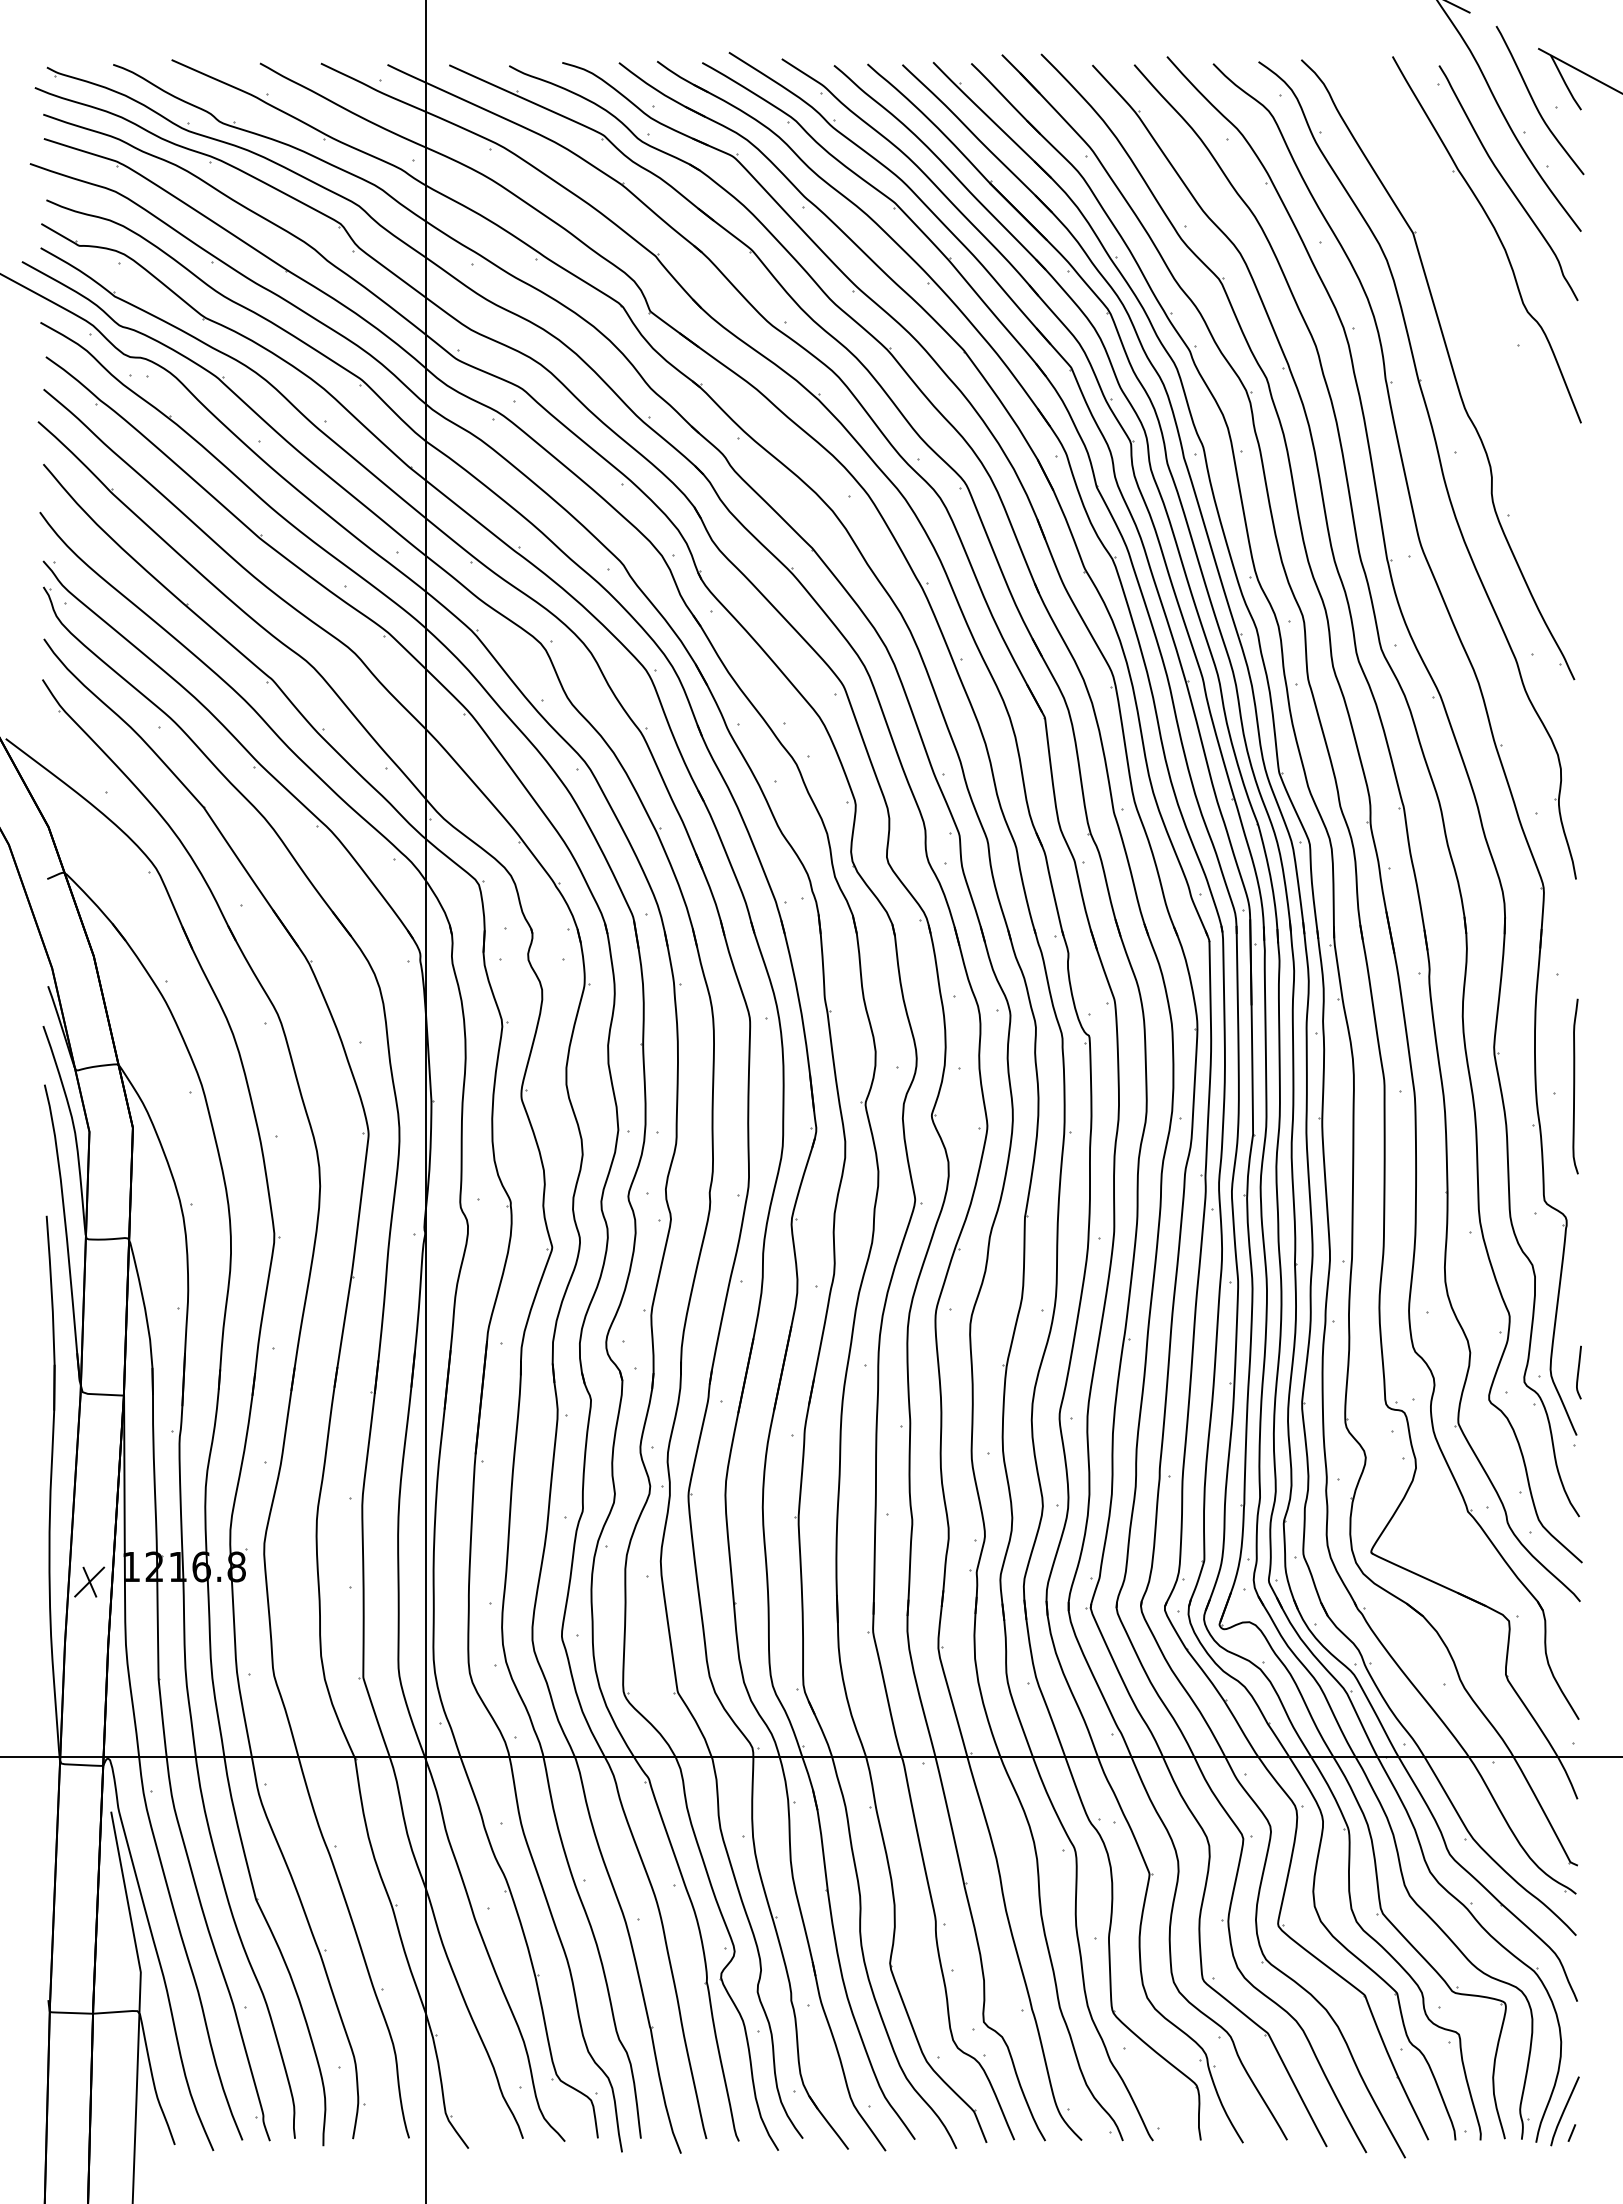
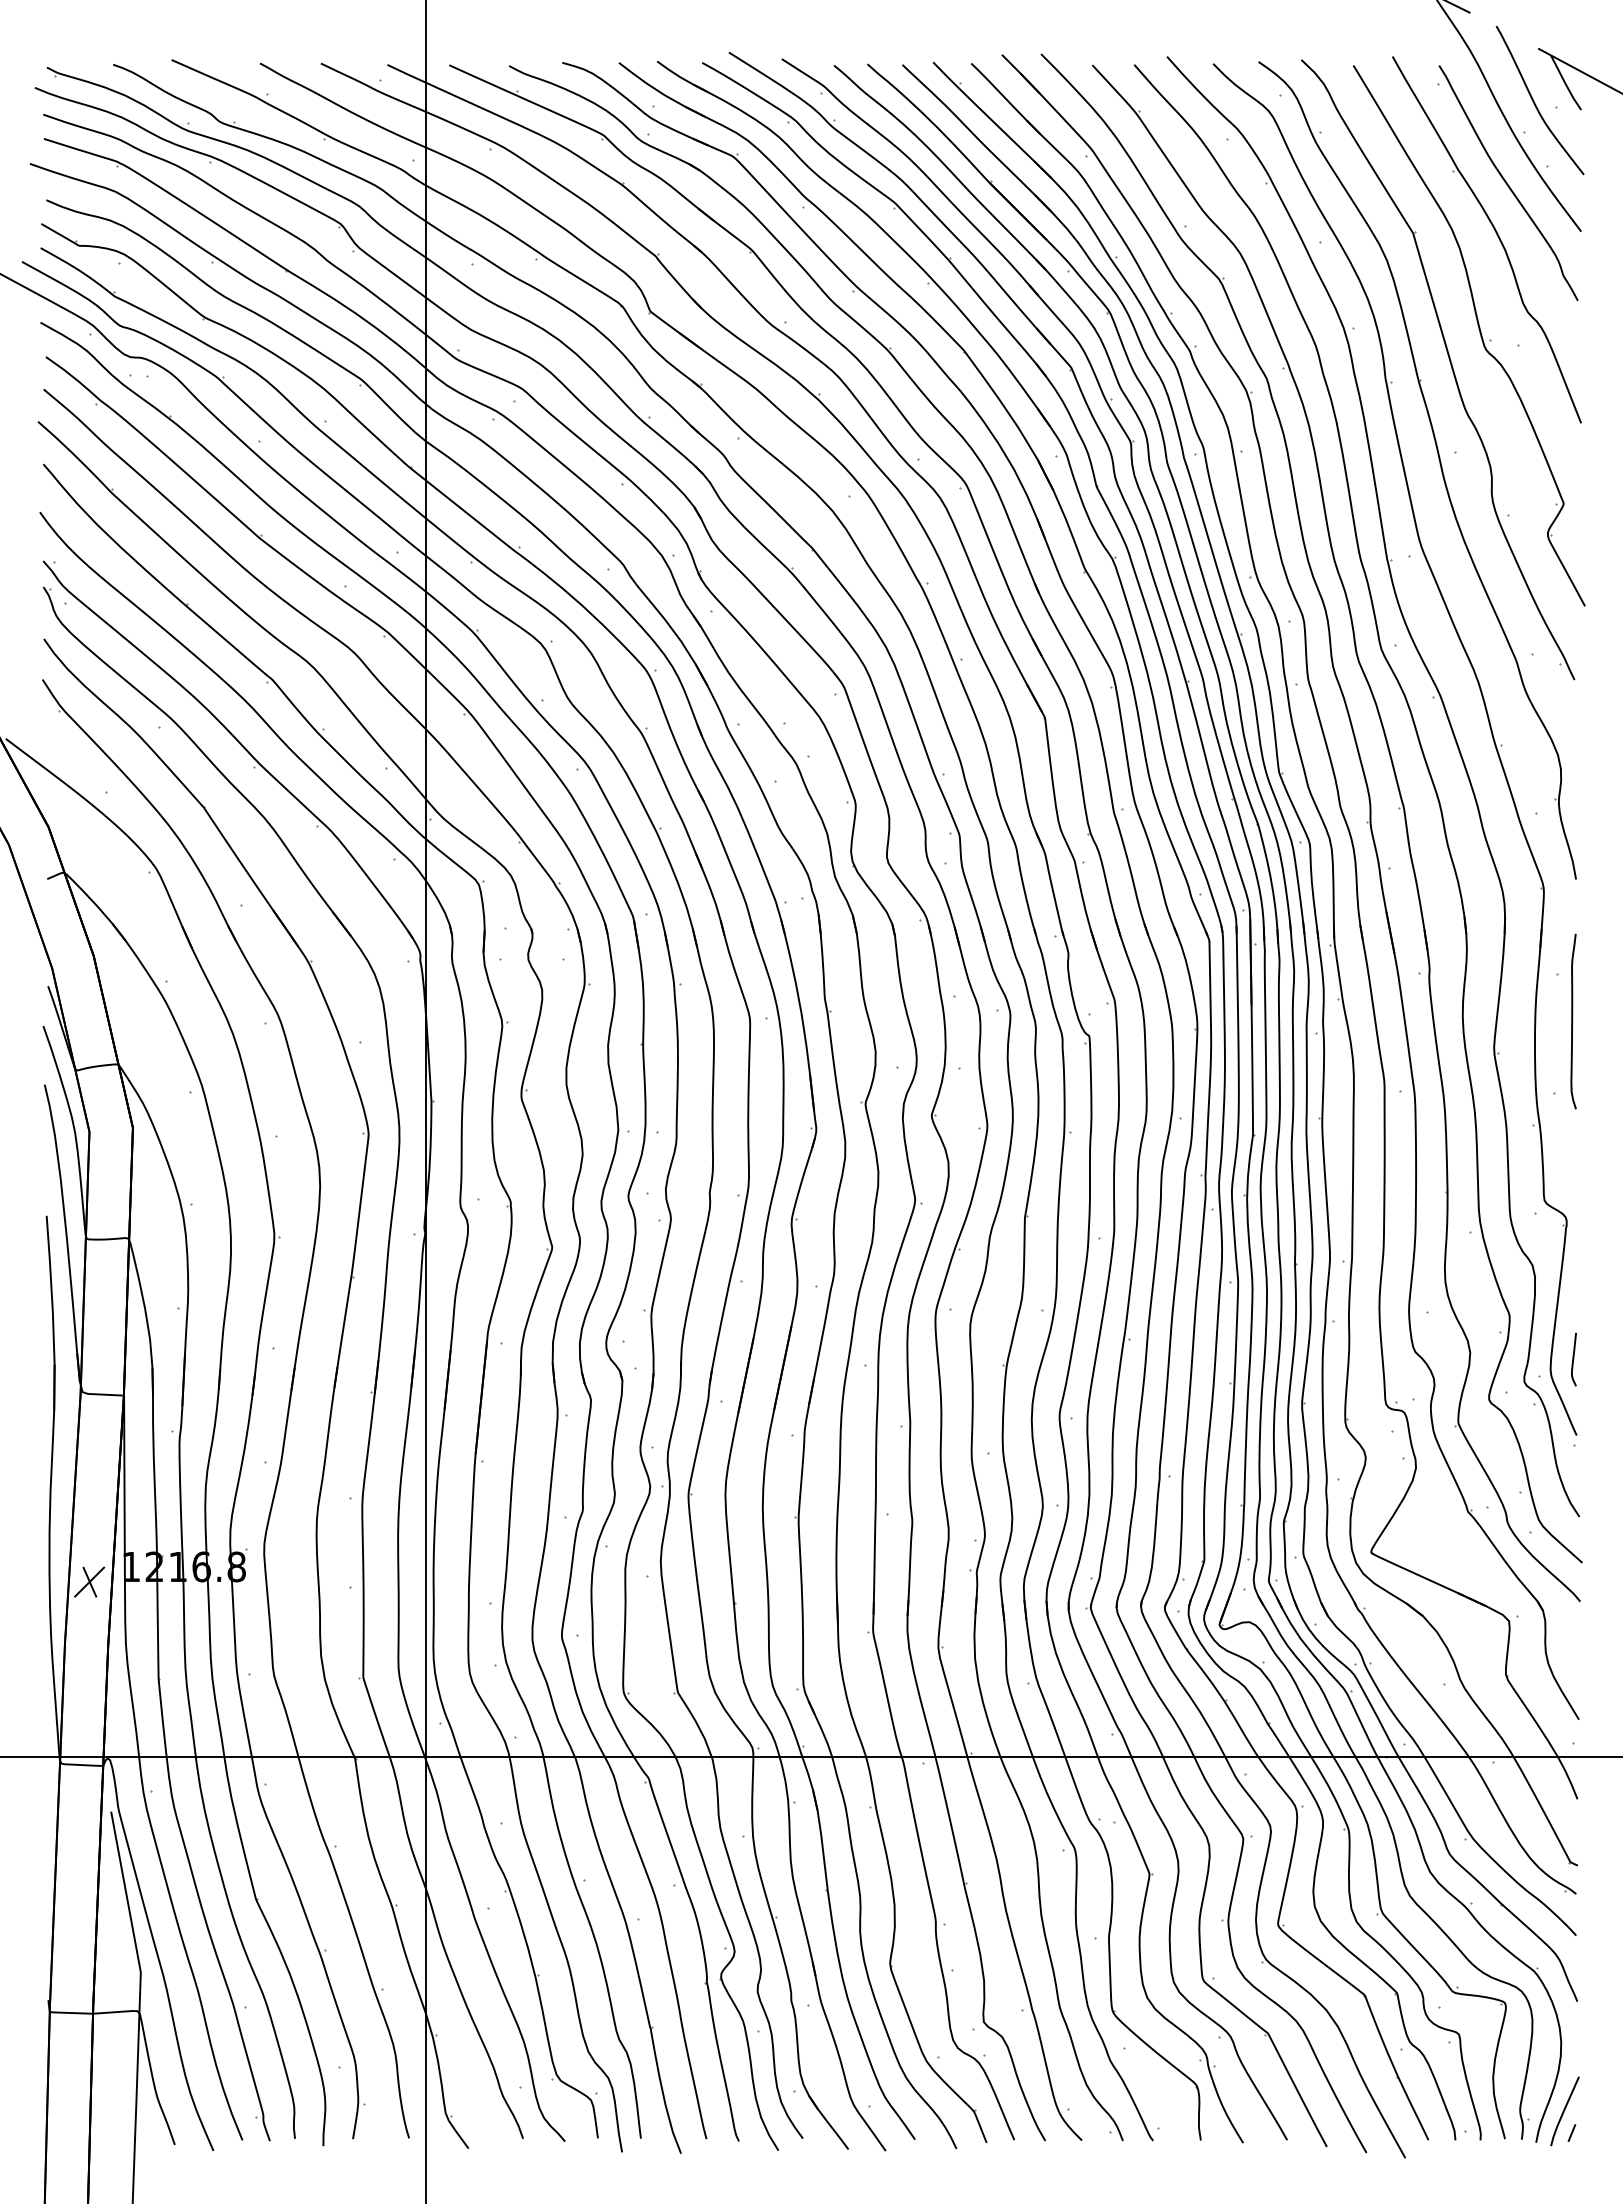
part at (1479, 333): none -> present
curve at (1575, 1086) position: (1575, 1086) -> (1573, 1021)
curve at (1578, 1372) position: (1578, 1372) -> (1573, 1359)
